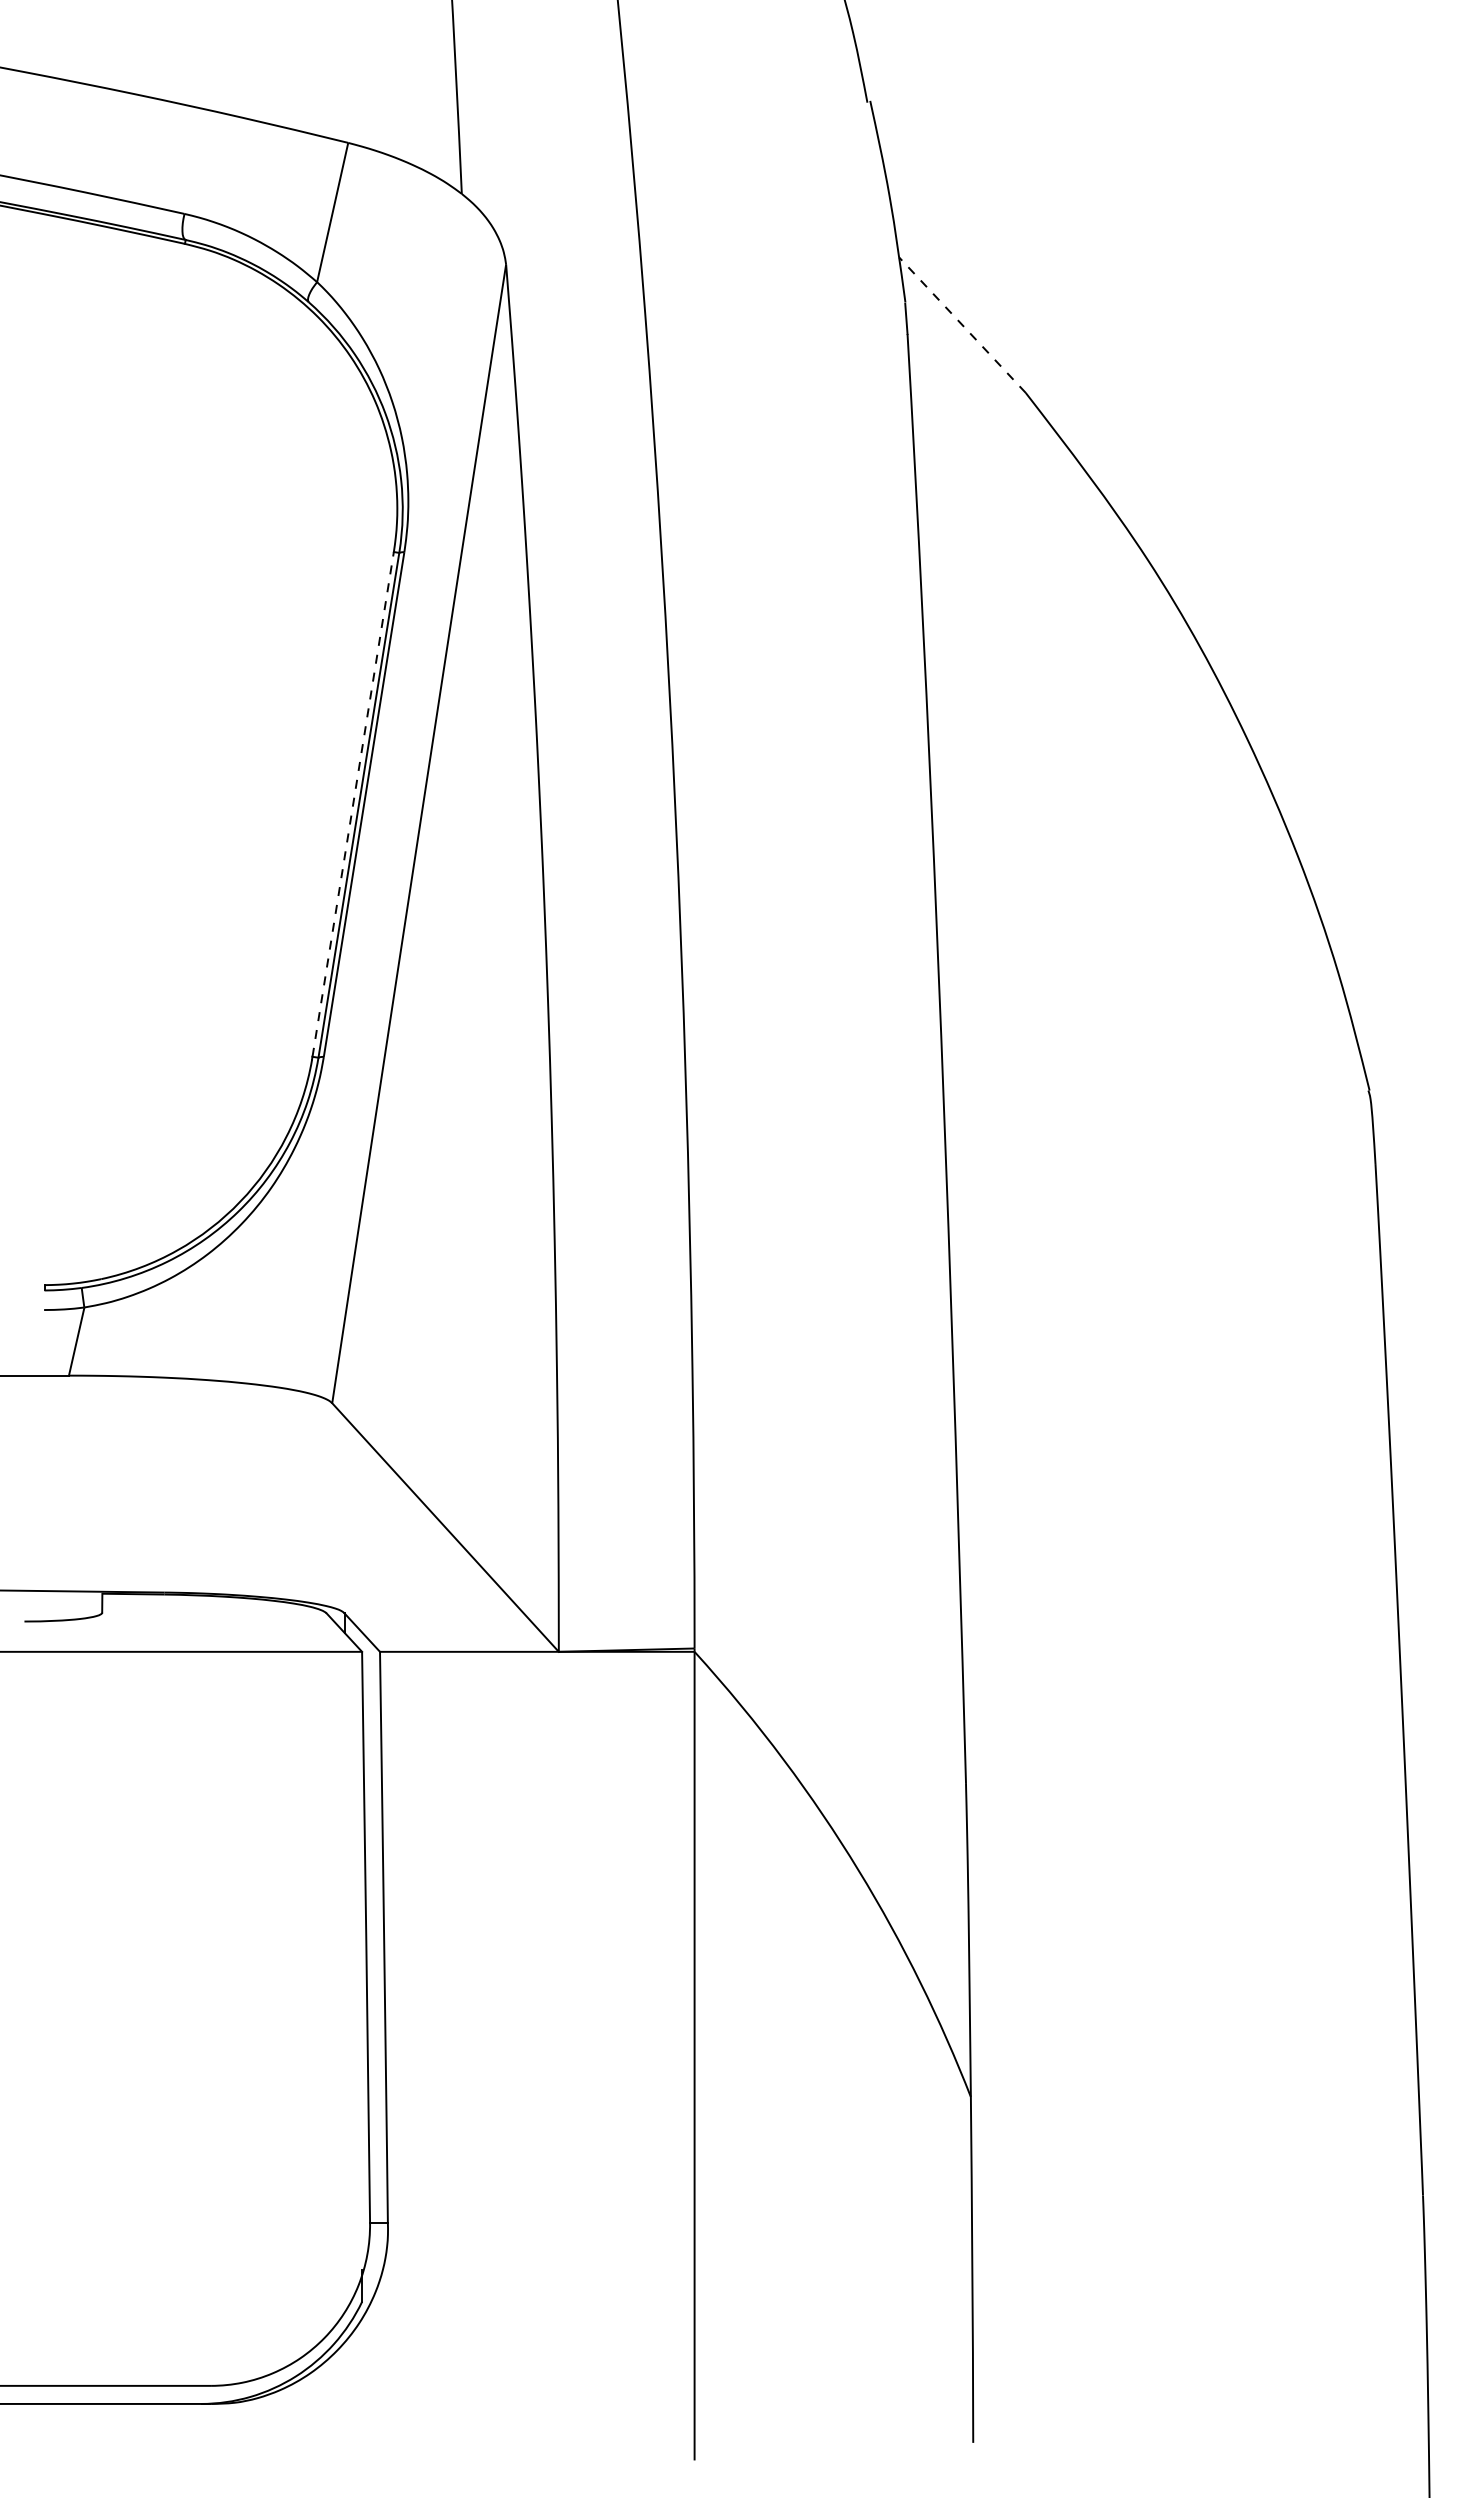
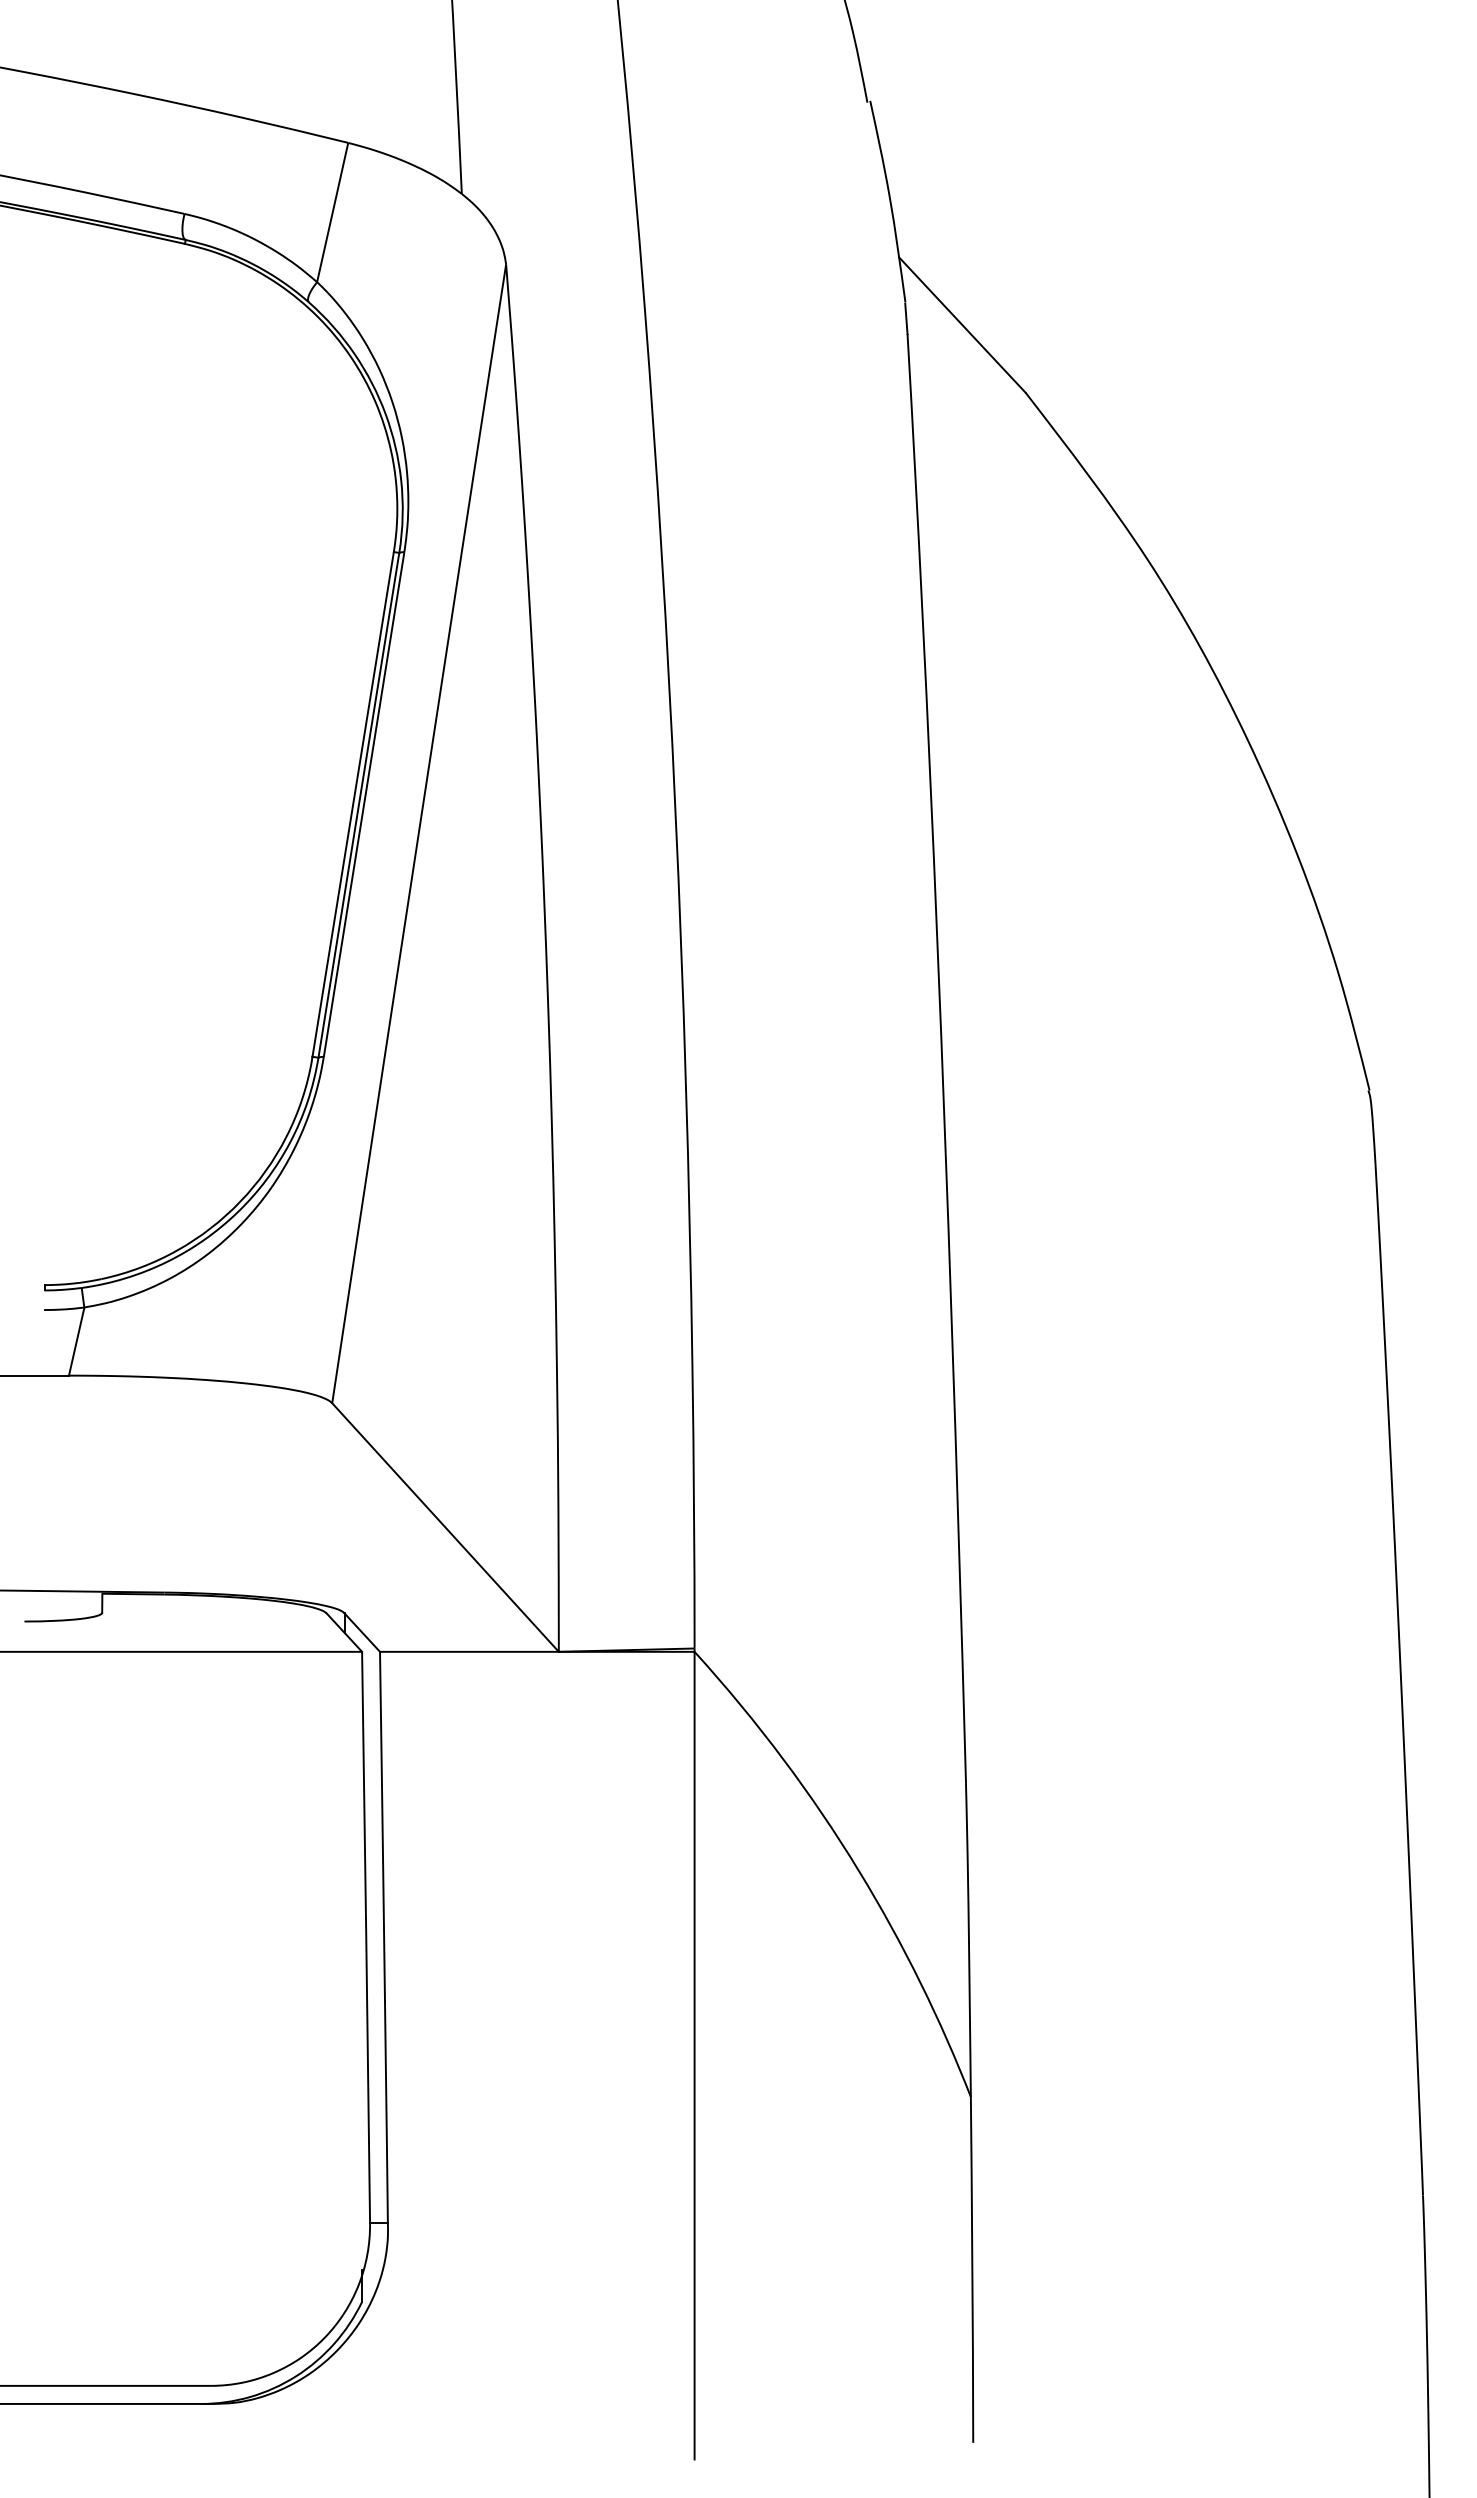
line at (962, 325): dashed -> solid
line at (353, 804): dashed -> solid
